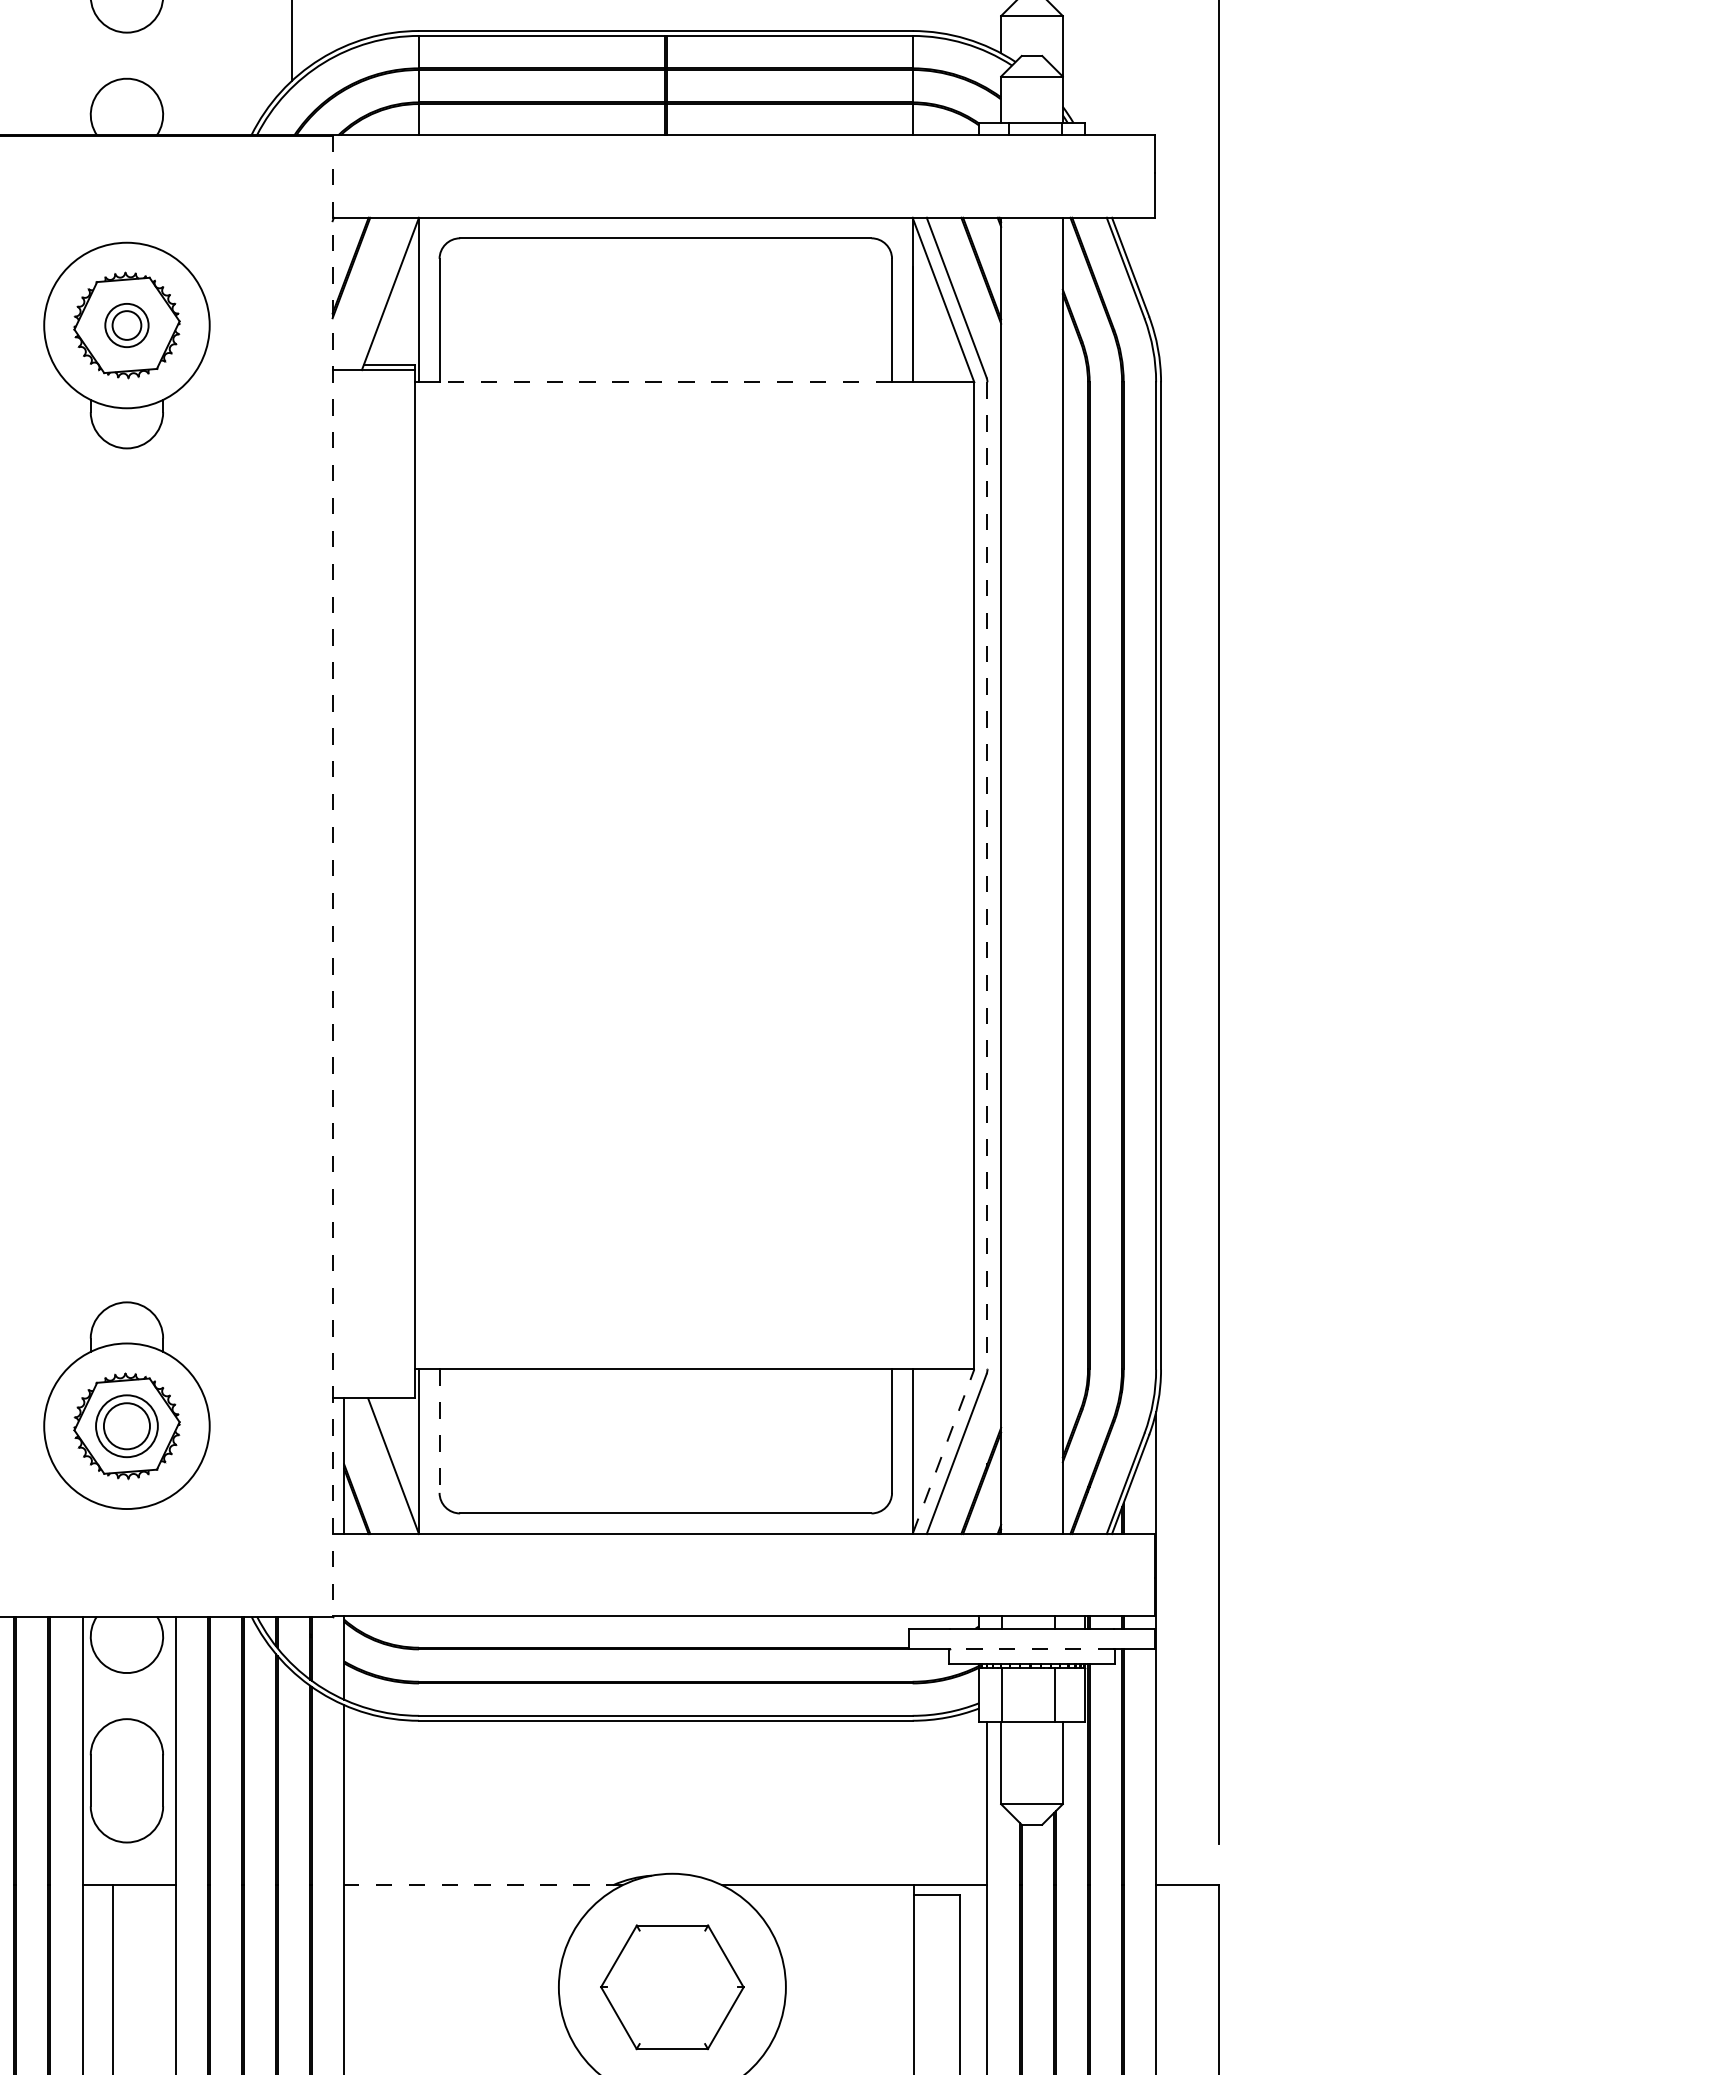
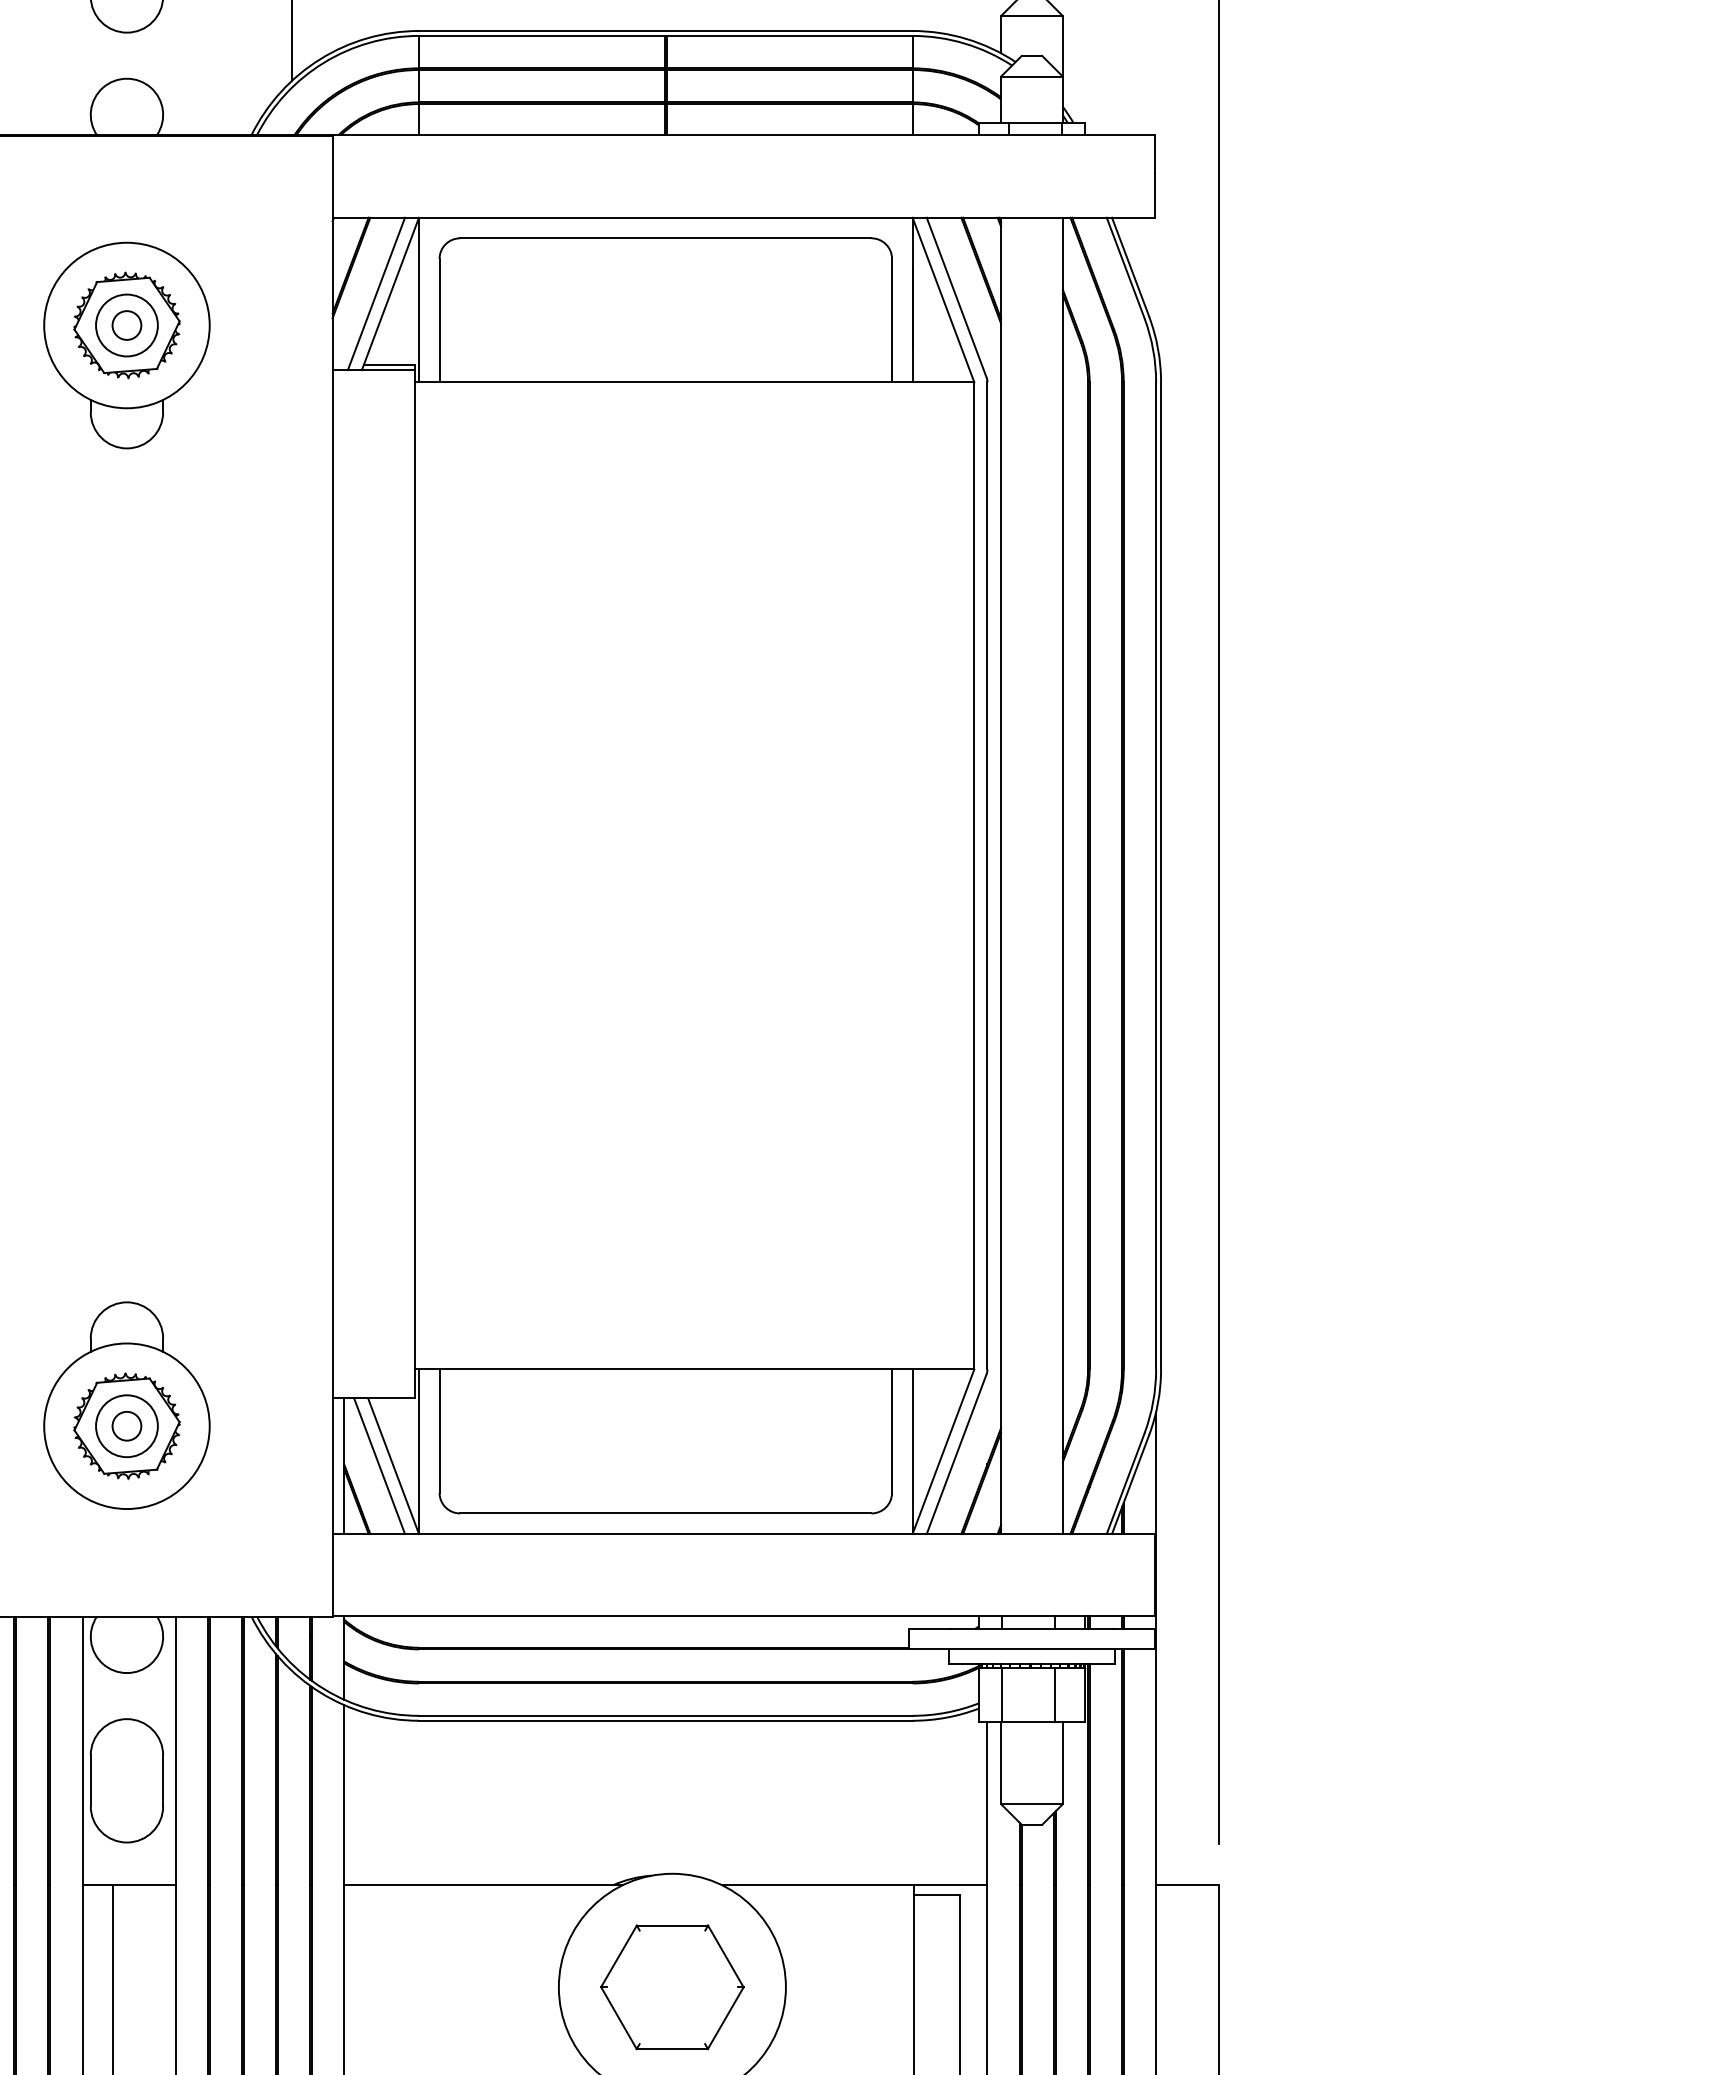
line at (376, 293): none -> present
circle at (126, 325) diameter: 43 px -> 62 px
line at (665, 382): dashed -> solid
line at (987, 875): dashed -> solid
line at (332, 876): dashed -> solid
circle at (126, 1426) diameter: 46 px -> 29 px
line at (439, 1431): dashed -> solid
line at (943, 1451): dashed -> solid
line at (379, 1466): none -> present
line at (1031, 1649): dashed -> solid
line at (482, 1885): dashed -> solid
